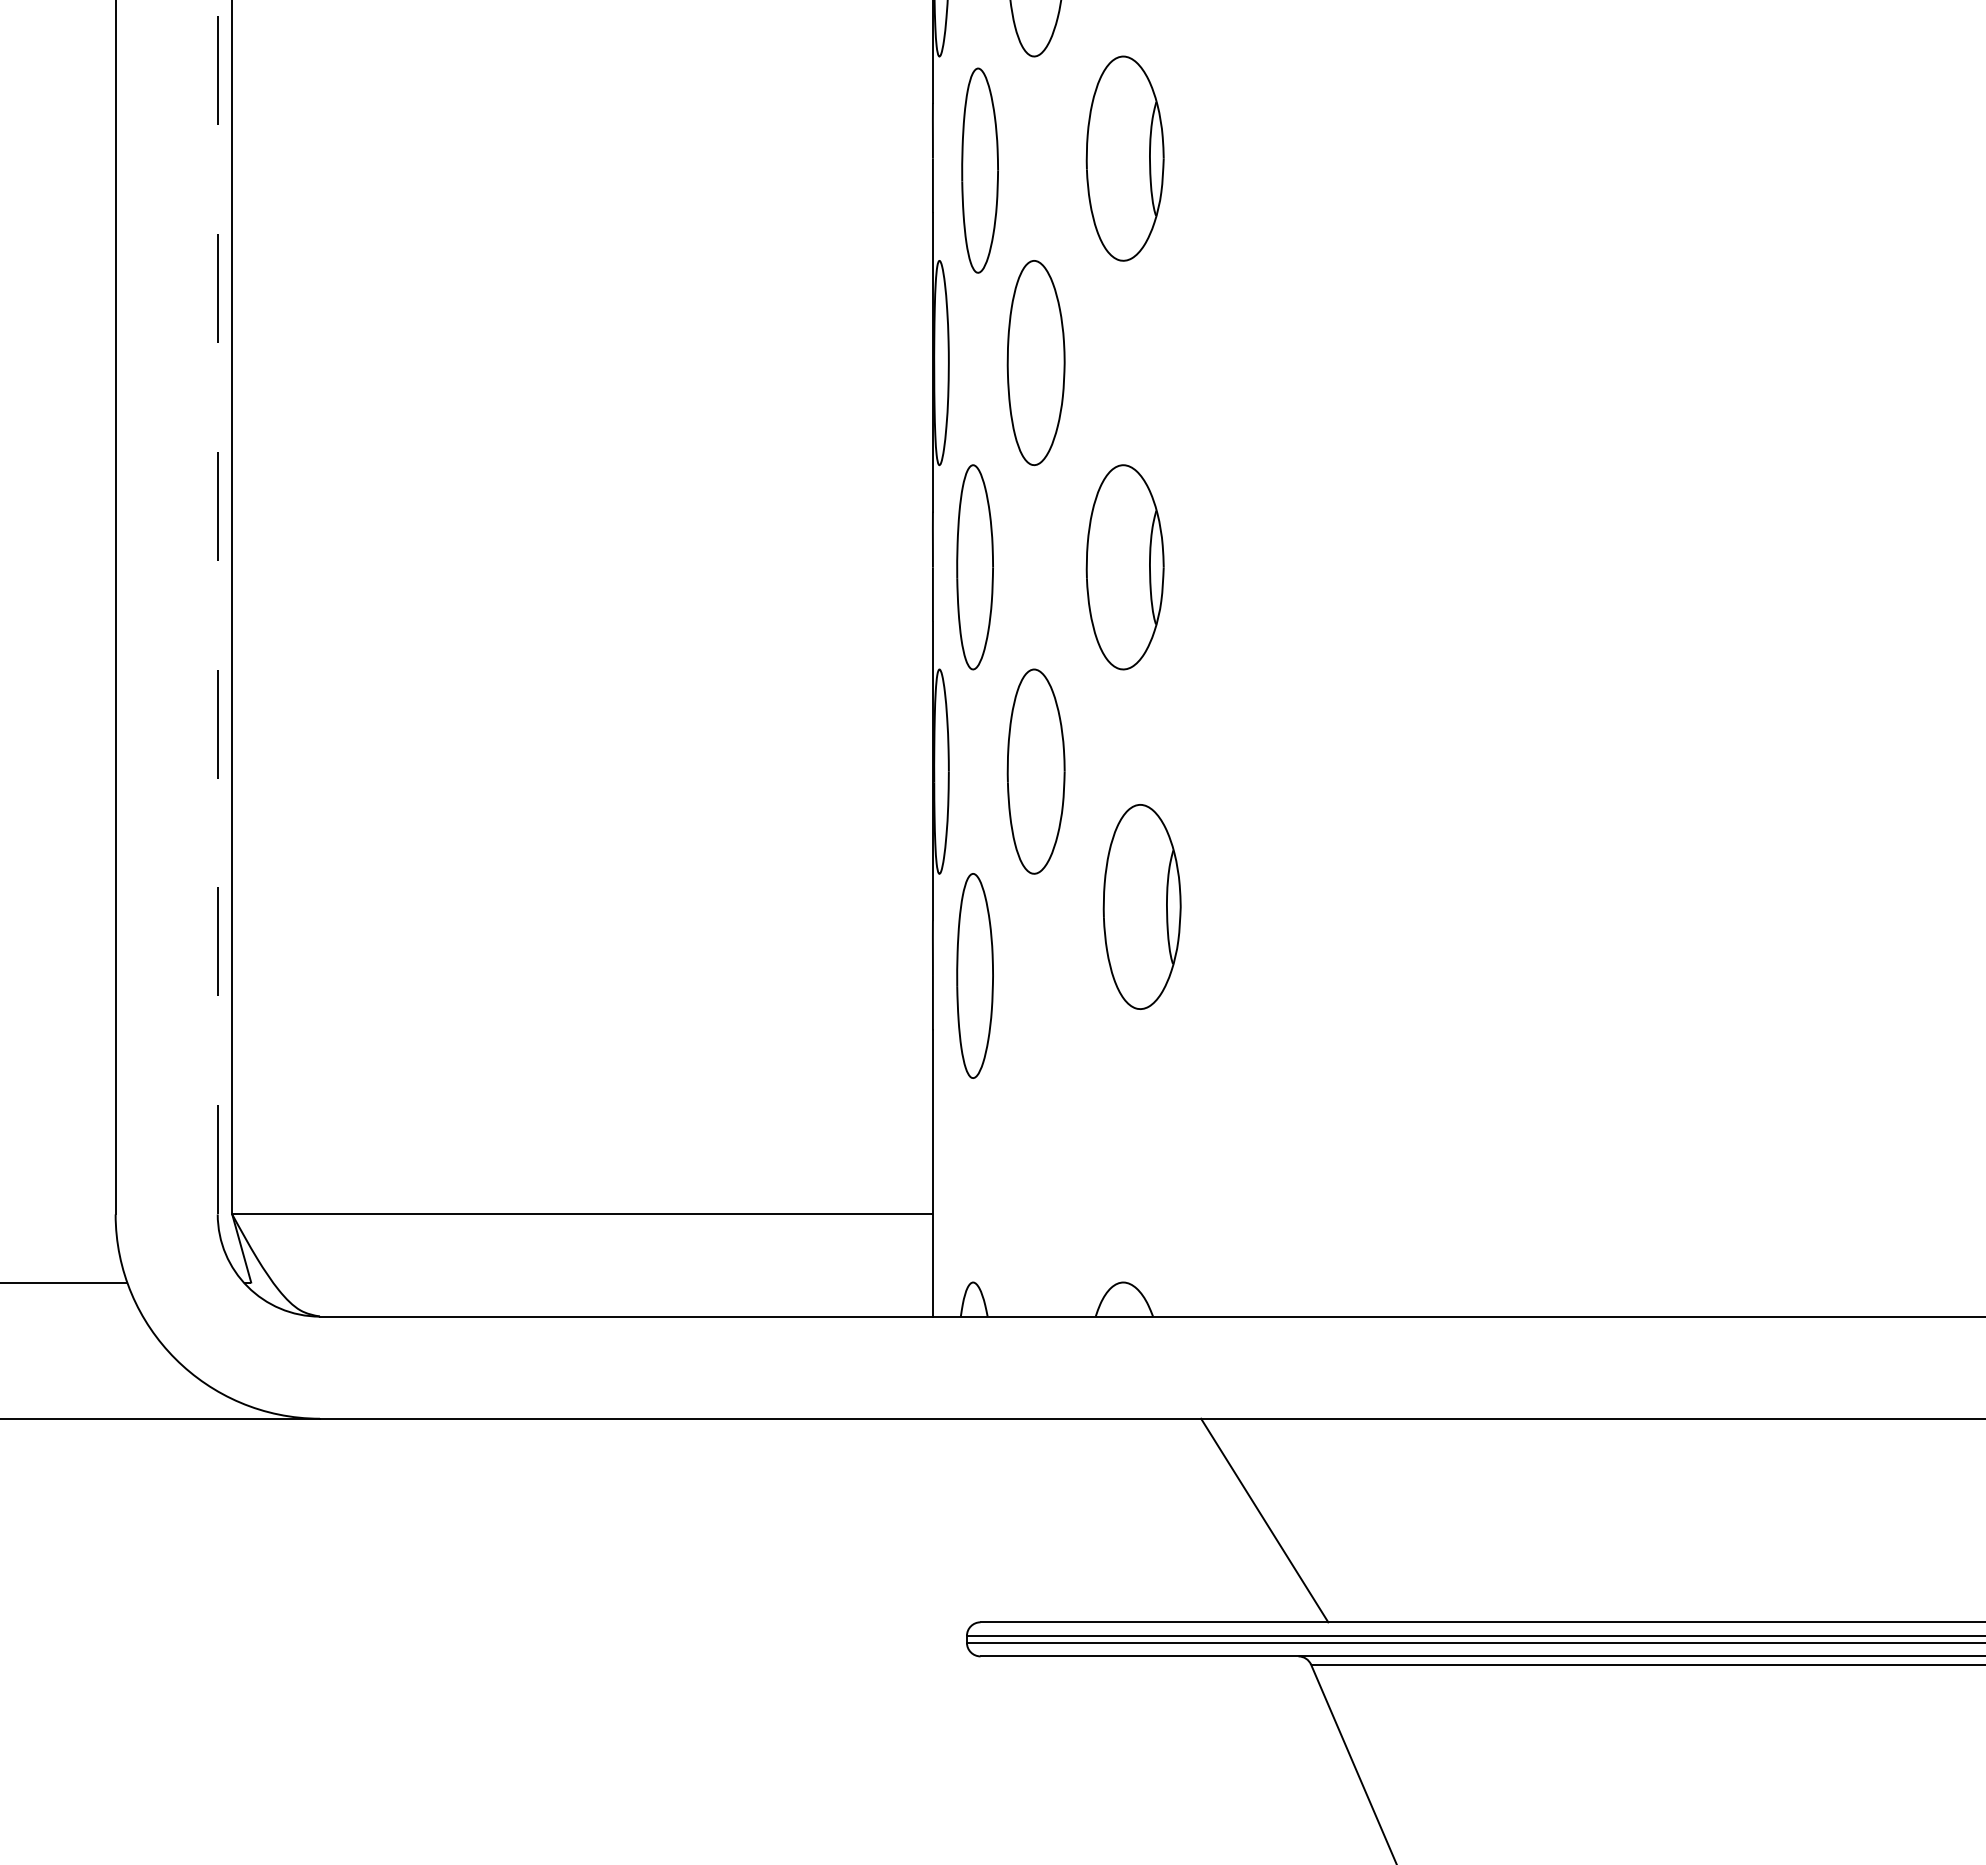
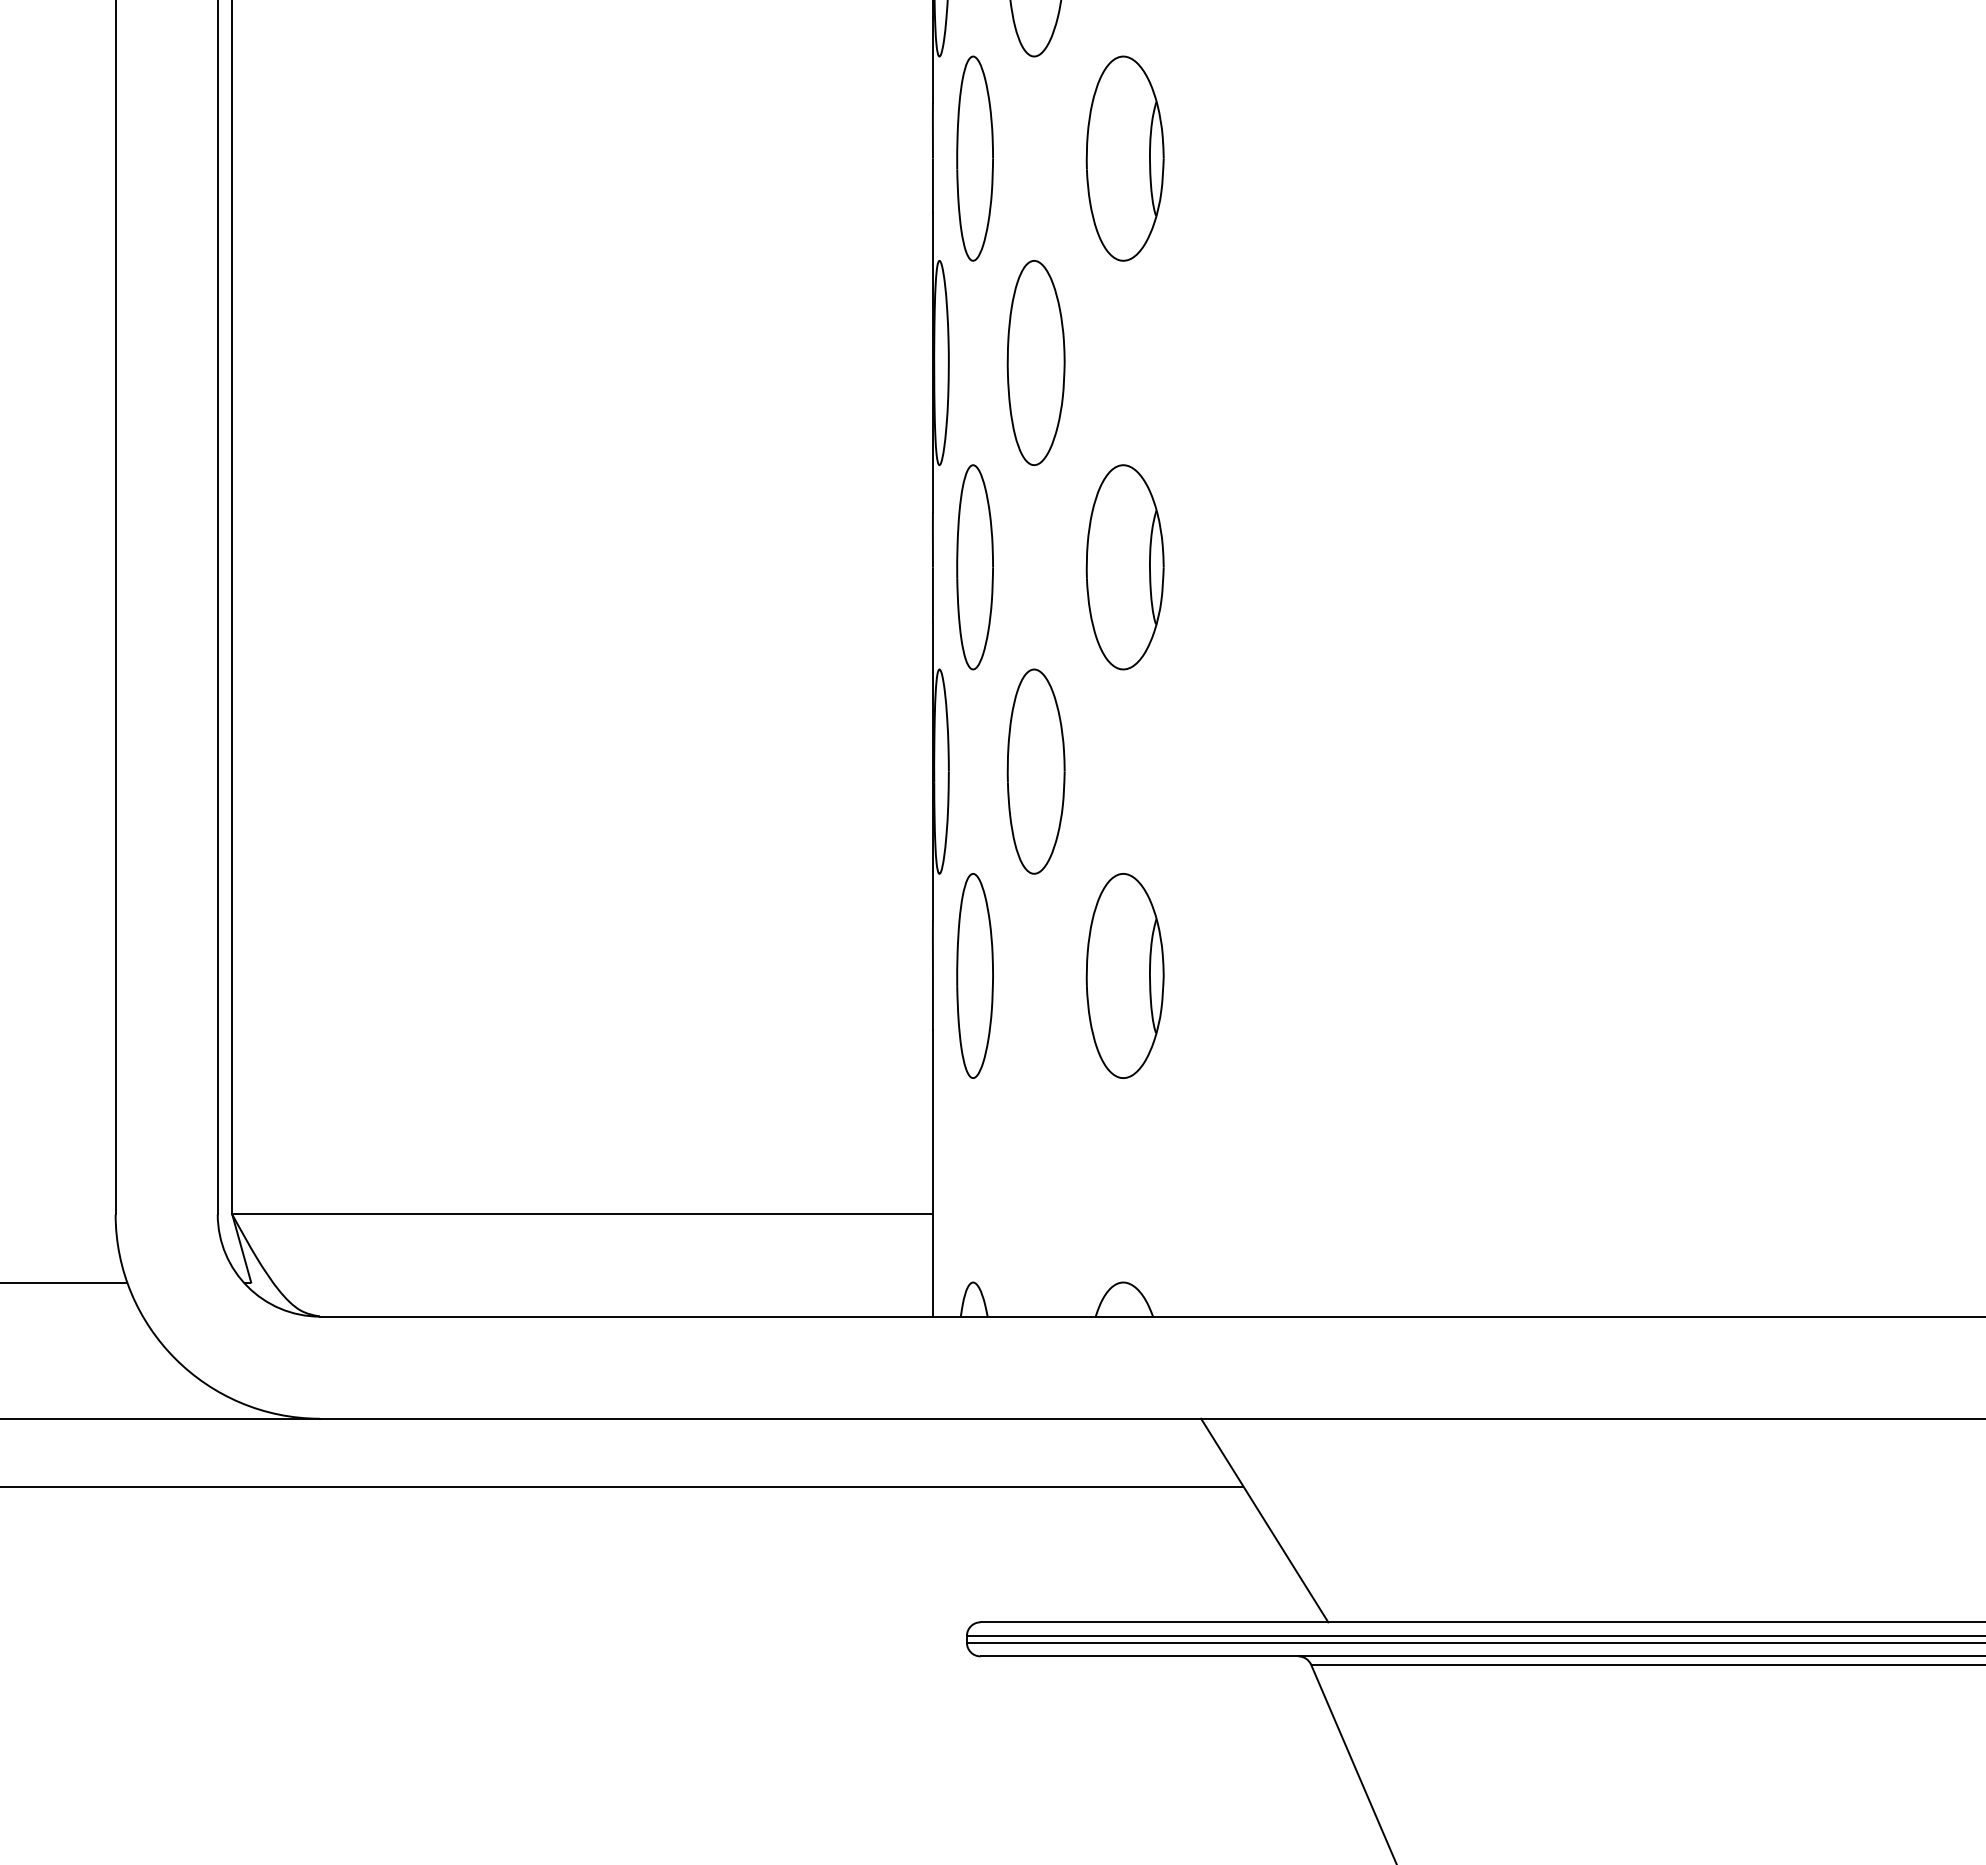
part at (979, 170) position: (979, 170) -> (974, 158)
line at (217, 607): dashed -> solid
part at (1141, 906) position: (1141, 906) -> (1124, 975)
line at (622, 1486): none -> present
